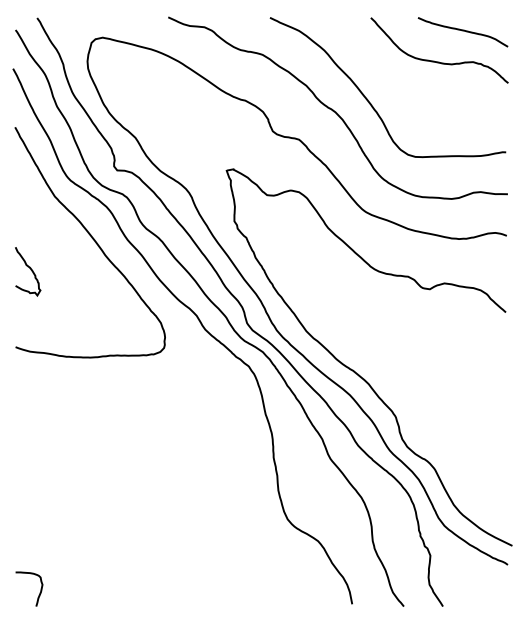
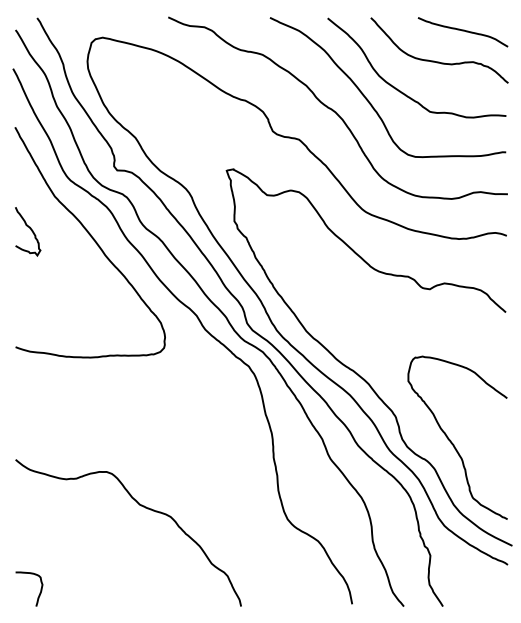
curve at (400, 90): none -> present
curve at (30, 270) position: (30, 270) -> (30, 230)
curve at (451, 440): none -> present
curve at (141, 506): none -> present
